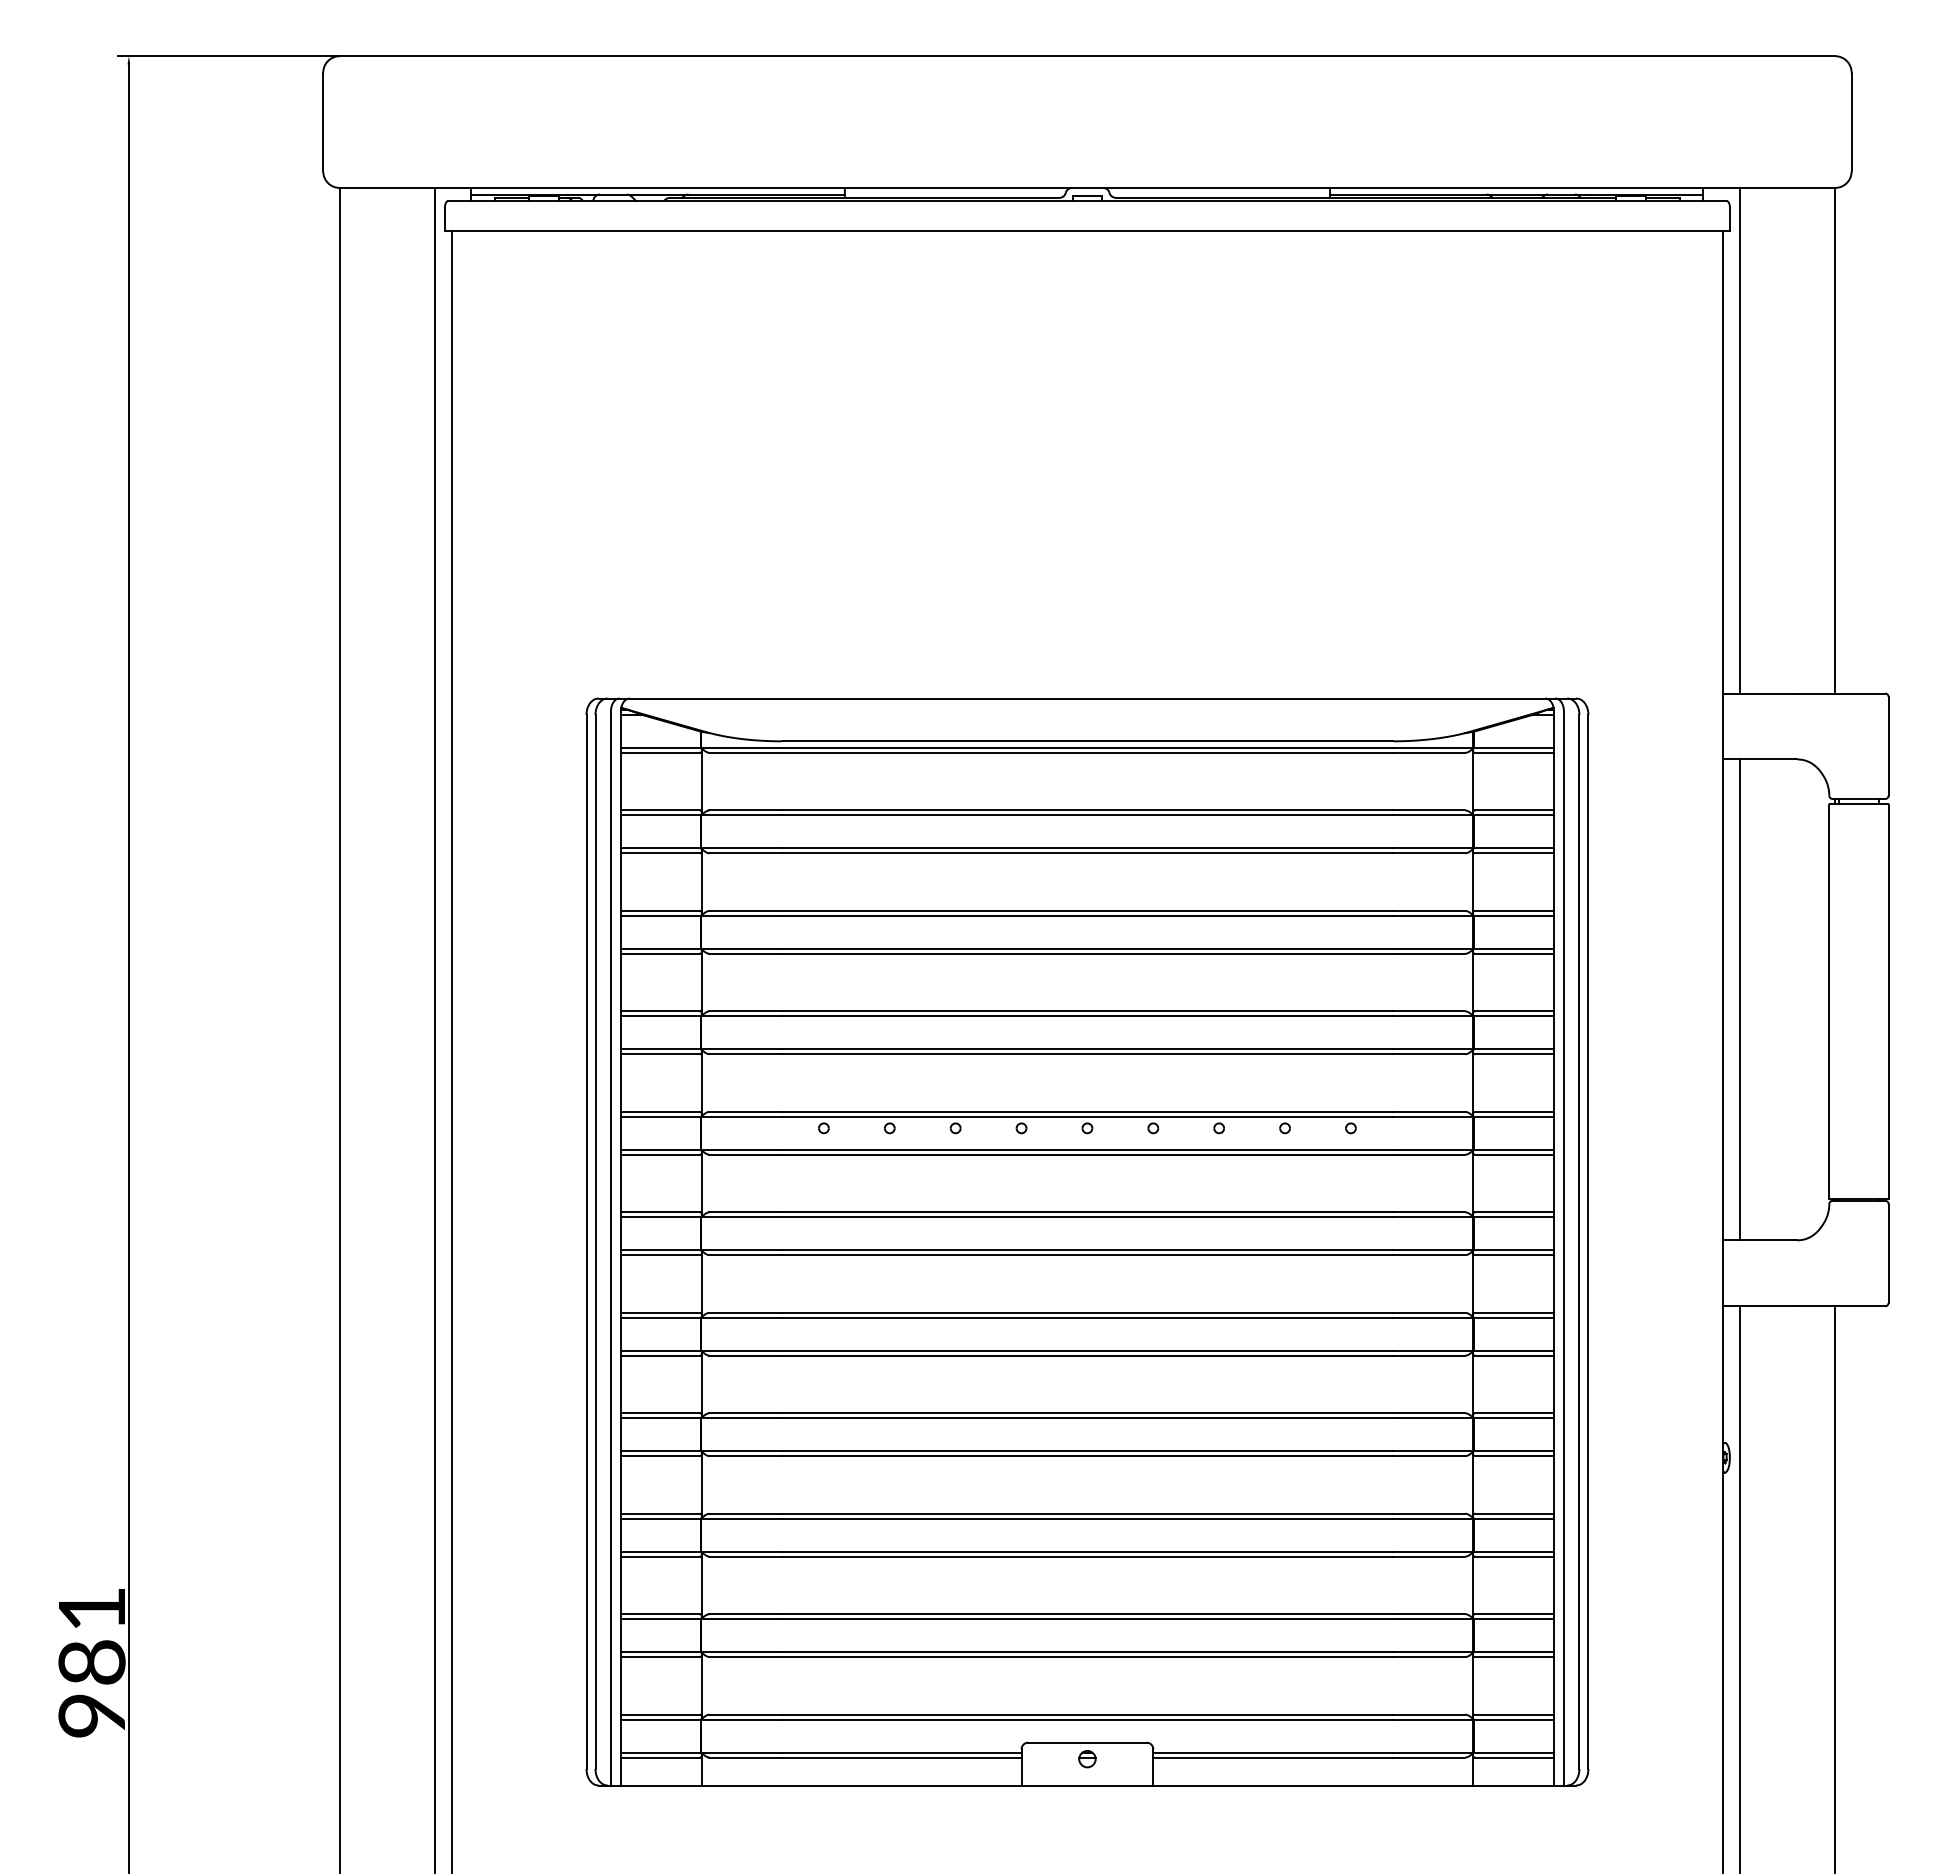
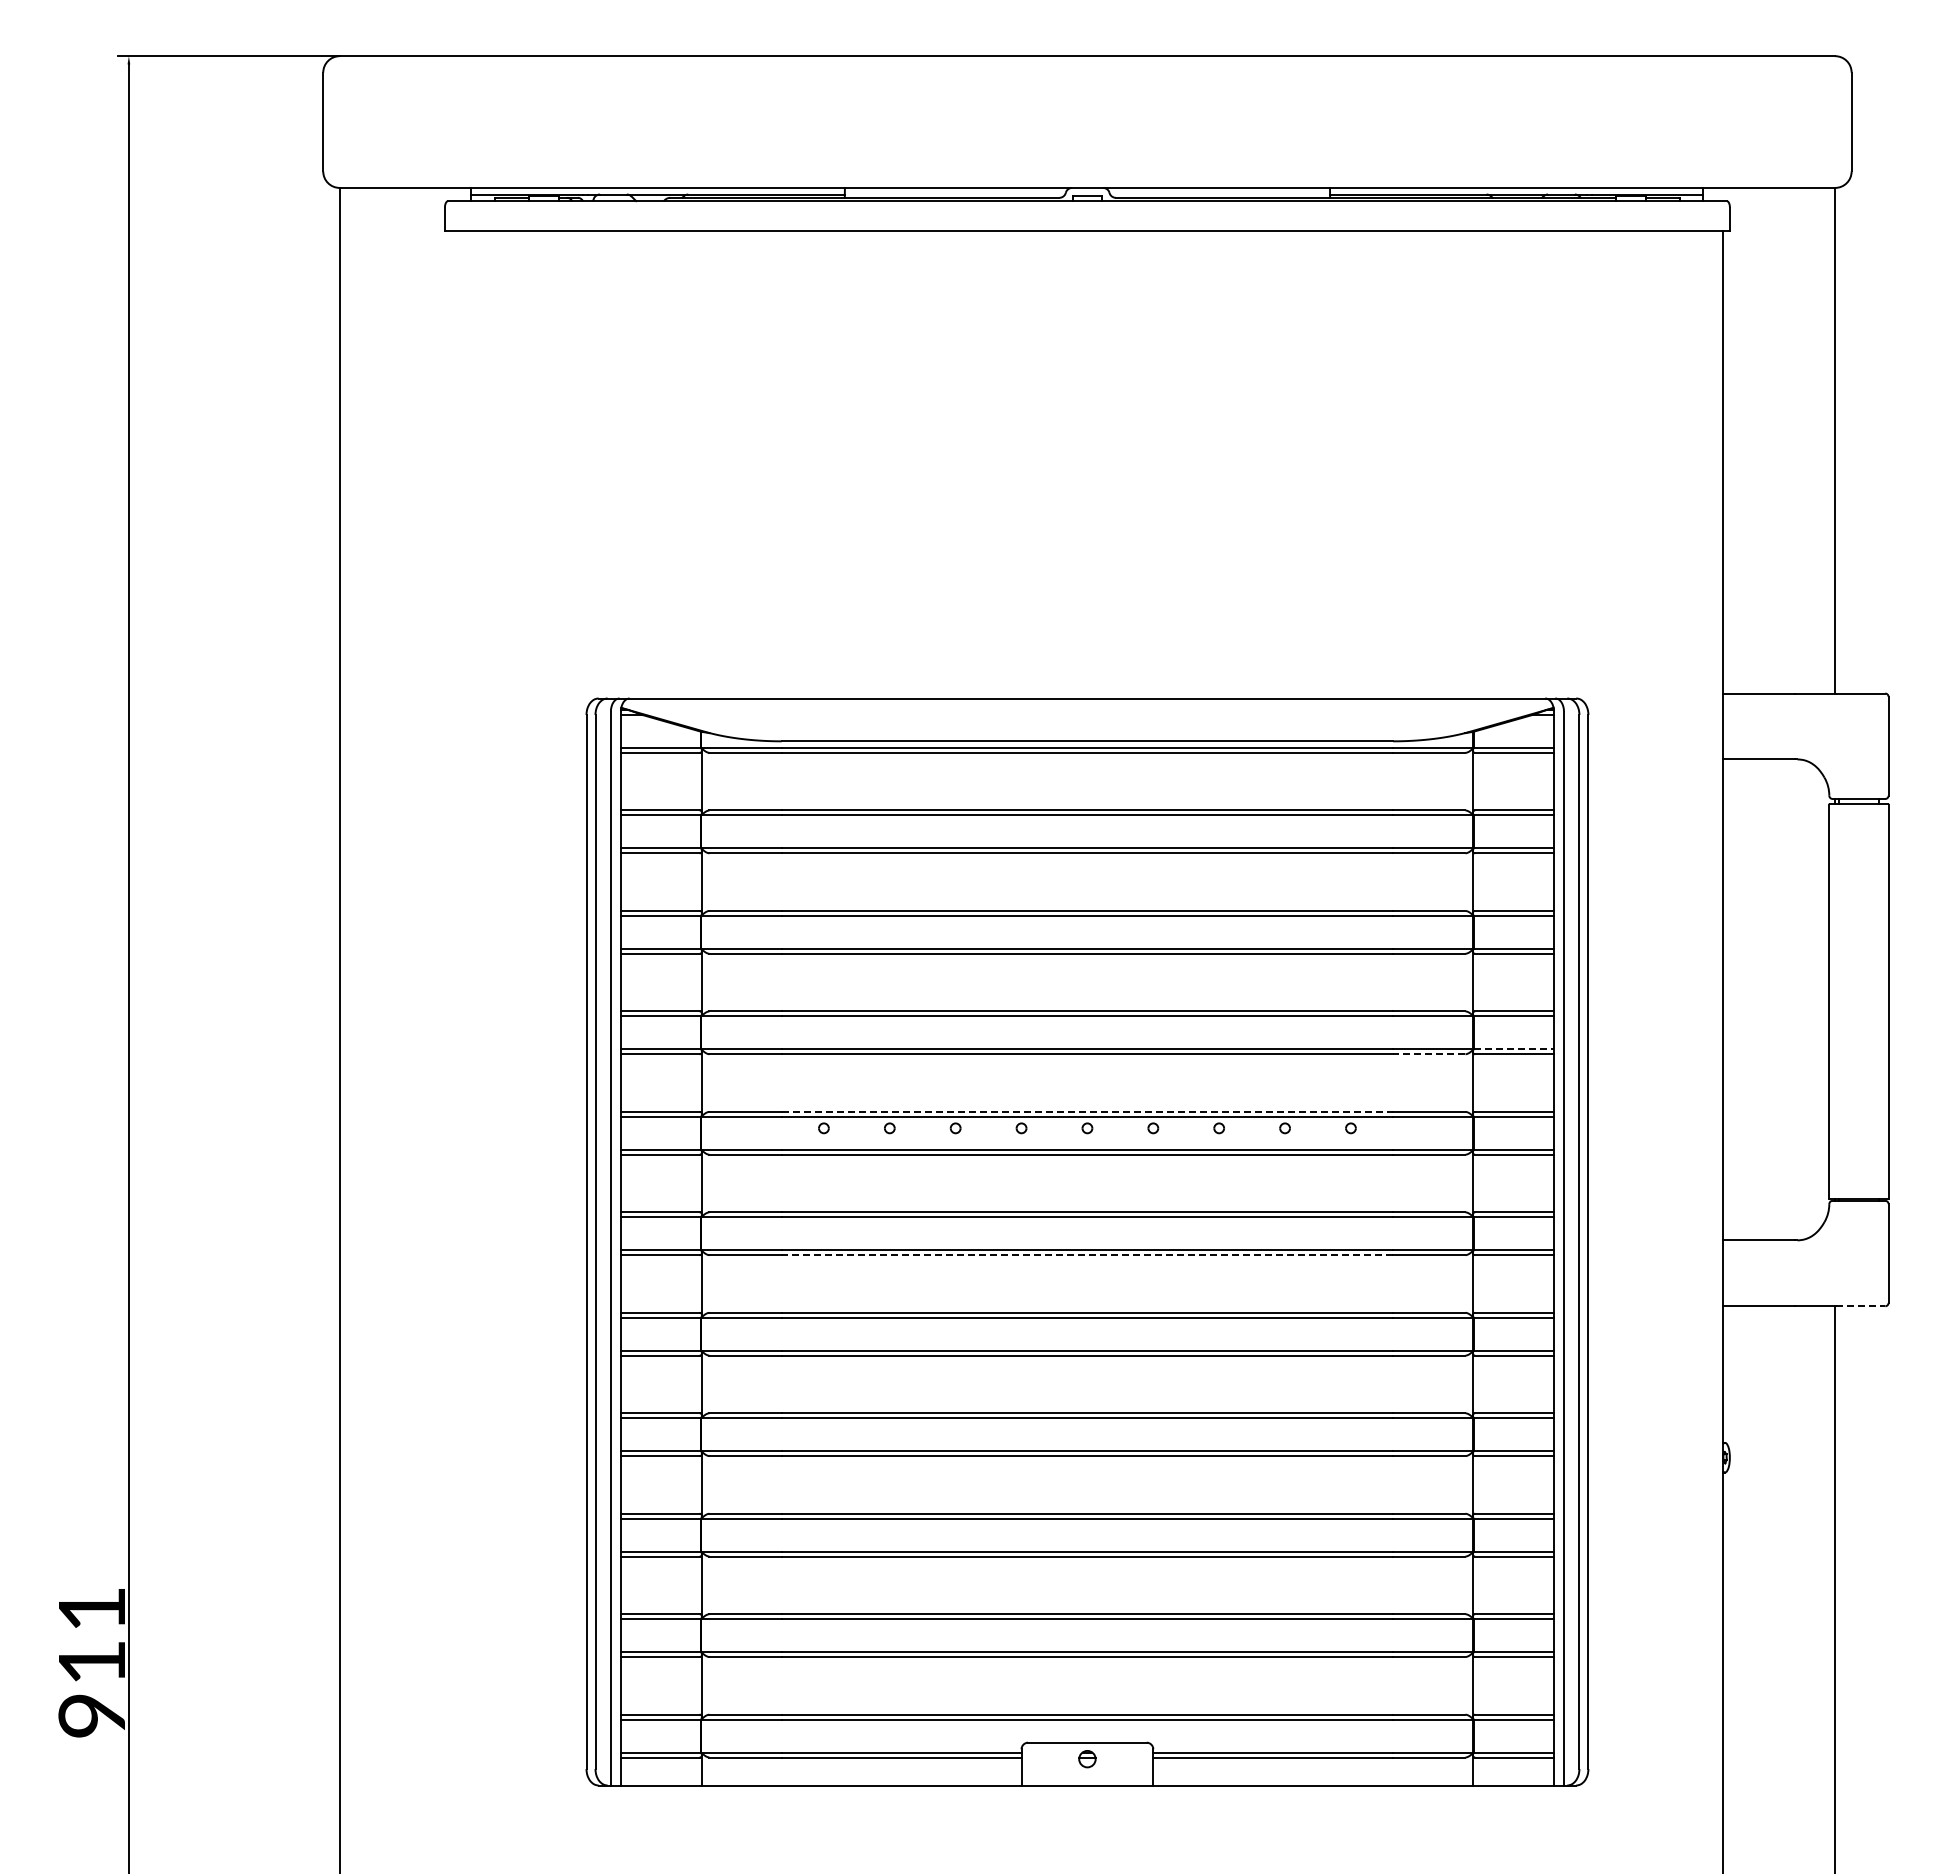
line at (1739, 440): present -> none
line at (1739, 999): present -> none
line at (435, 1028): present -> none
line at (1514, 1049): solid -> dashed
line at (451, 1050): present -> none
line at (1428, 1054): solid -> dashed
line at (1087, 1111): solid -> dashed
line at (1087, 1255): solid -> dashed
line at (1860, 1306): solid -> dashed
line at (1739, 1588): present -> none
text at (91, 1662): 981 -> 911
